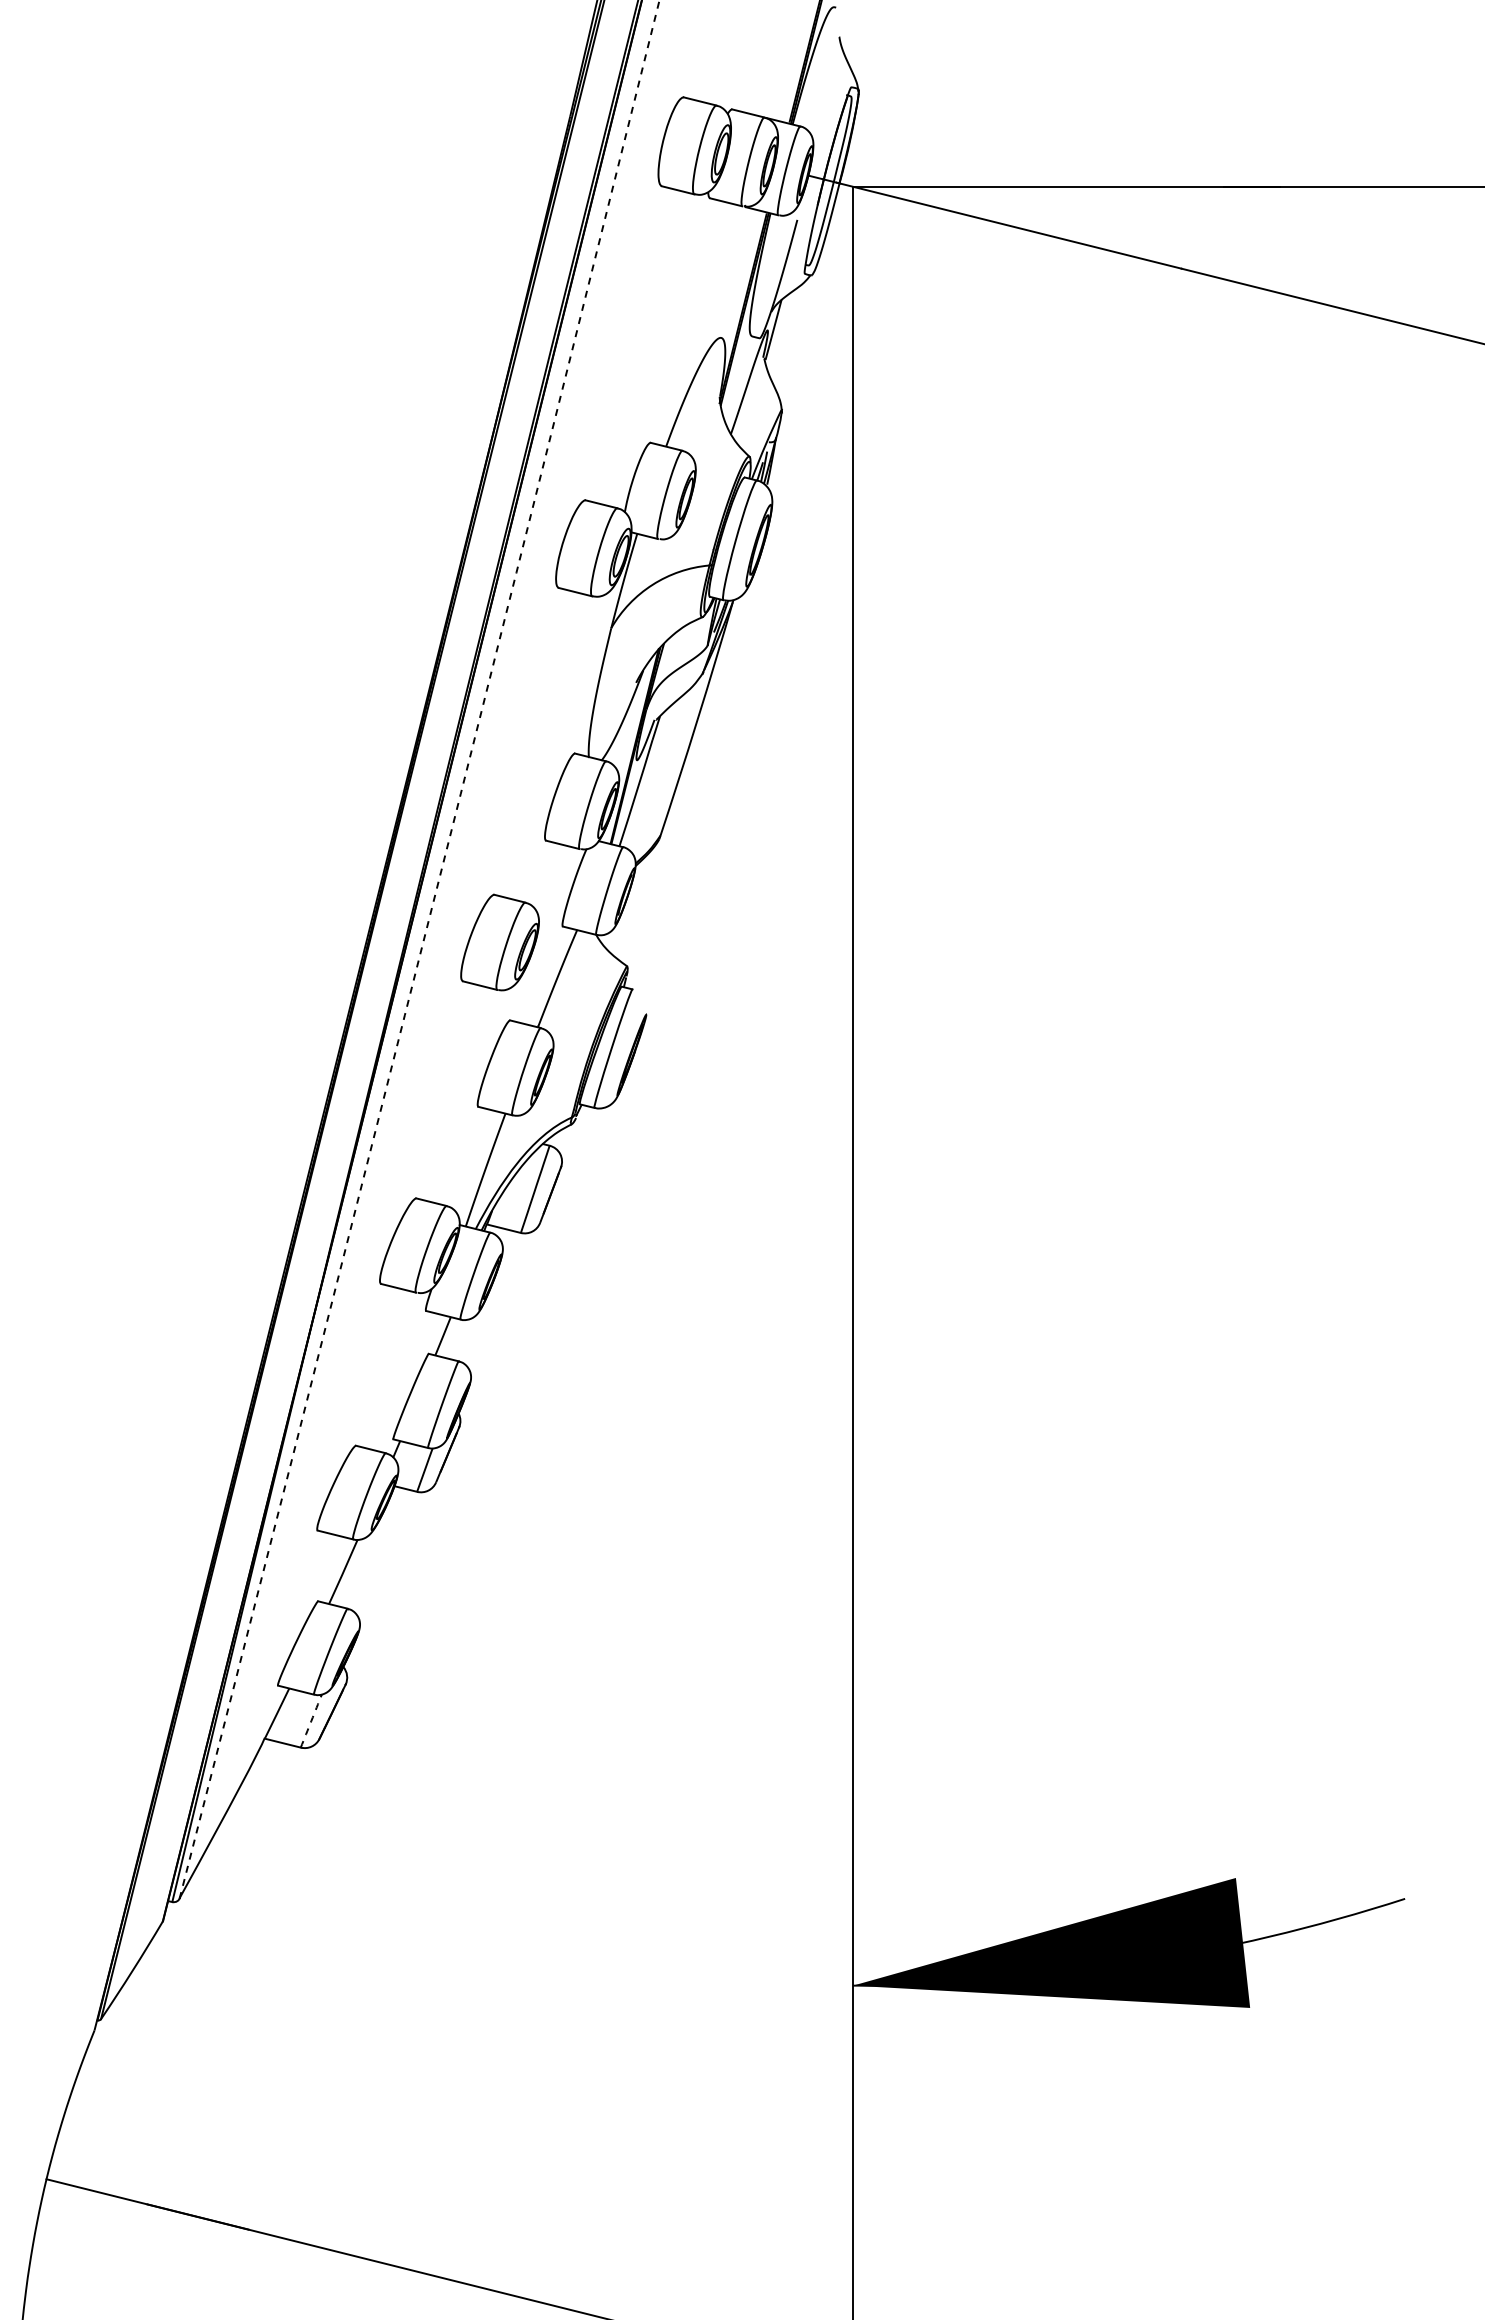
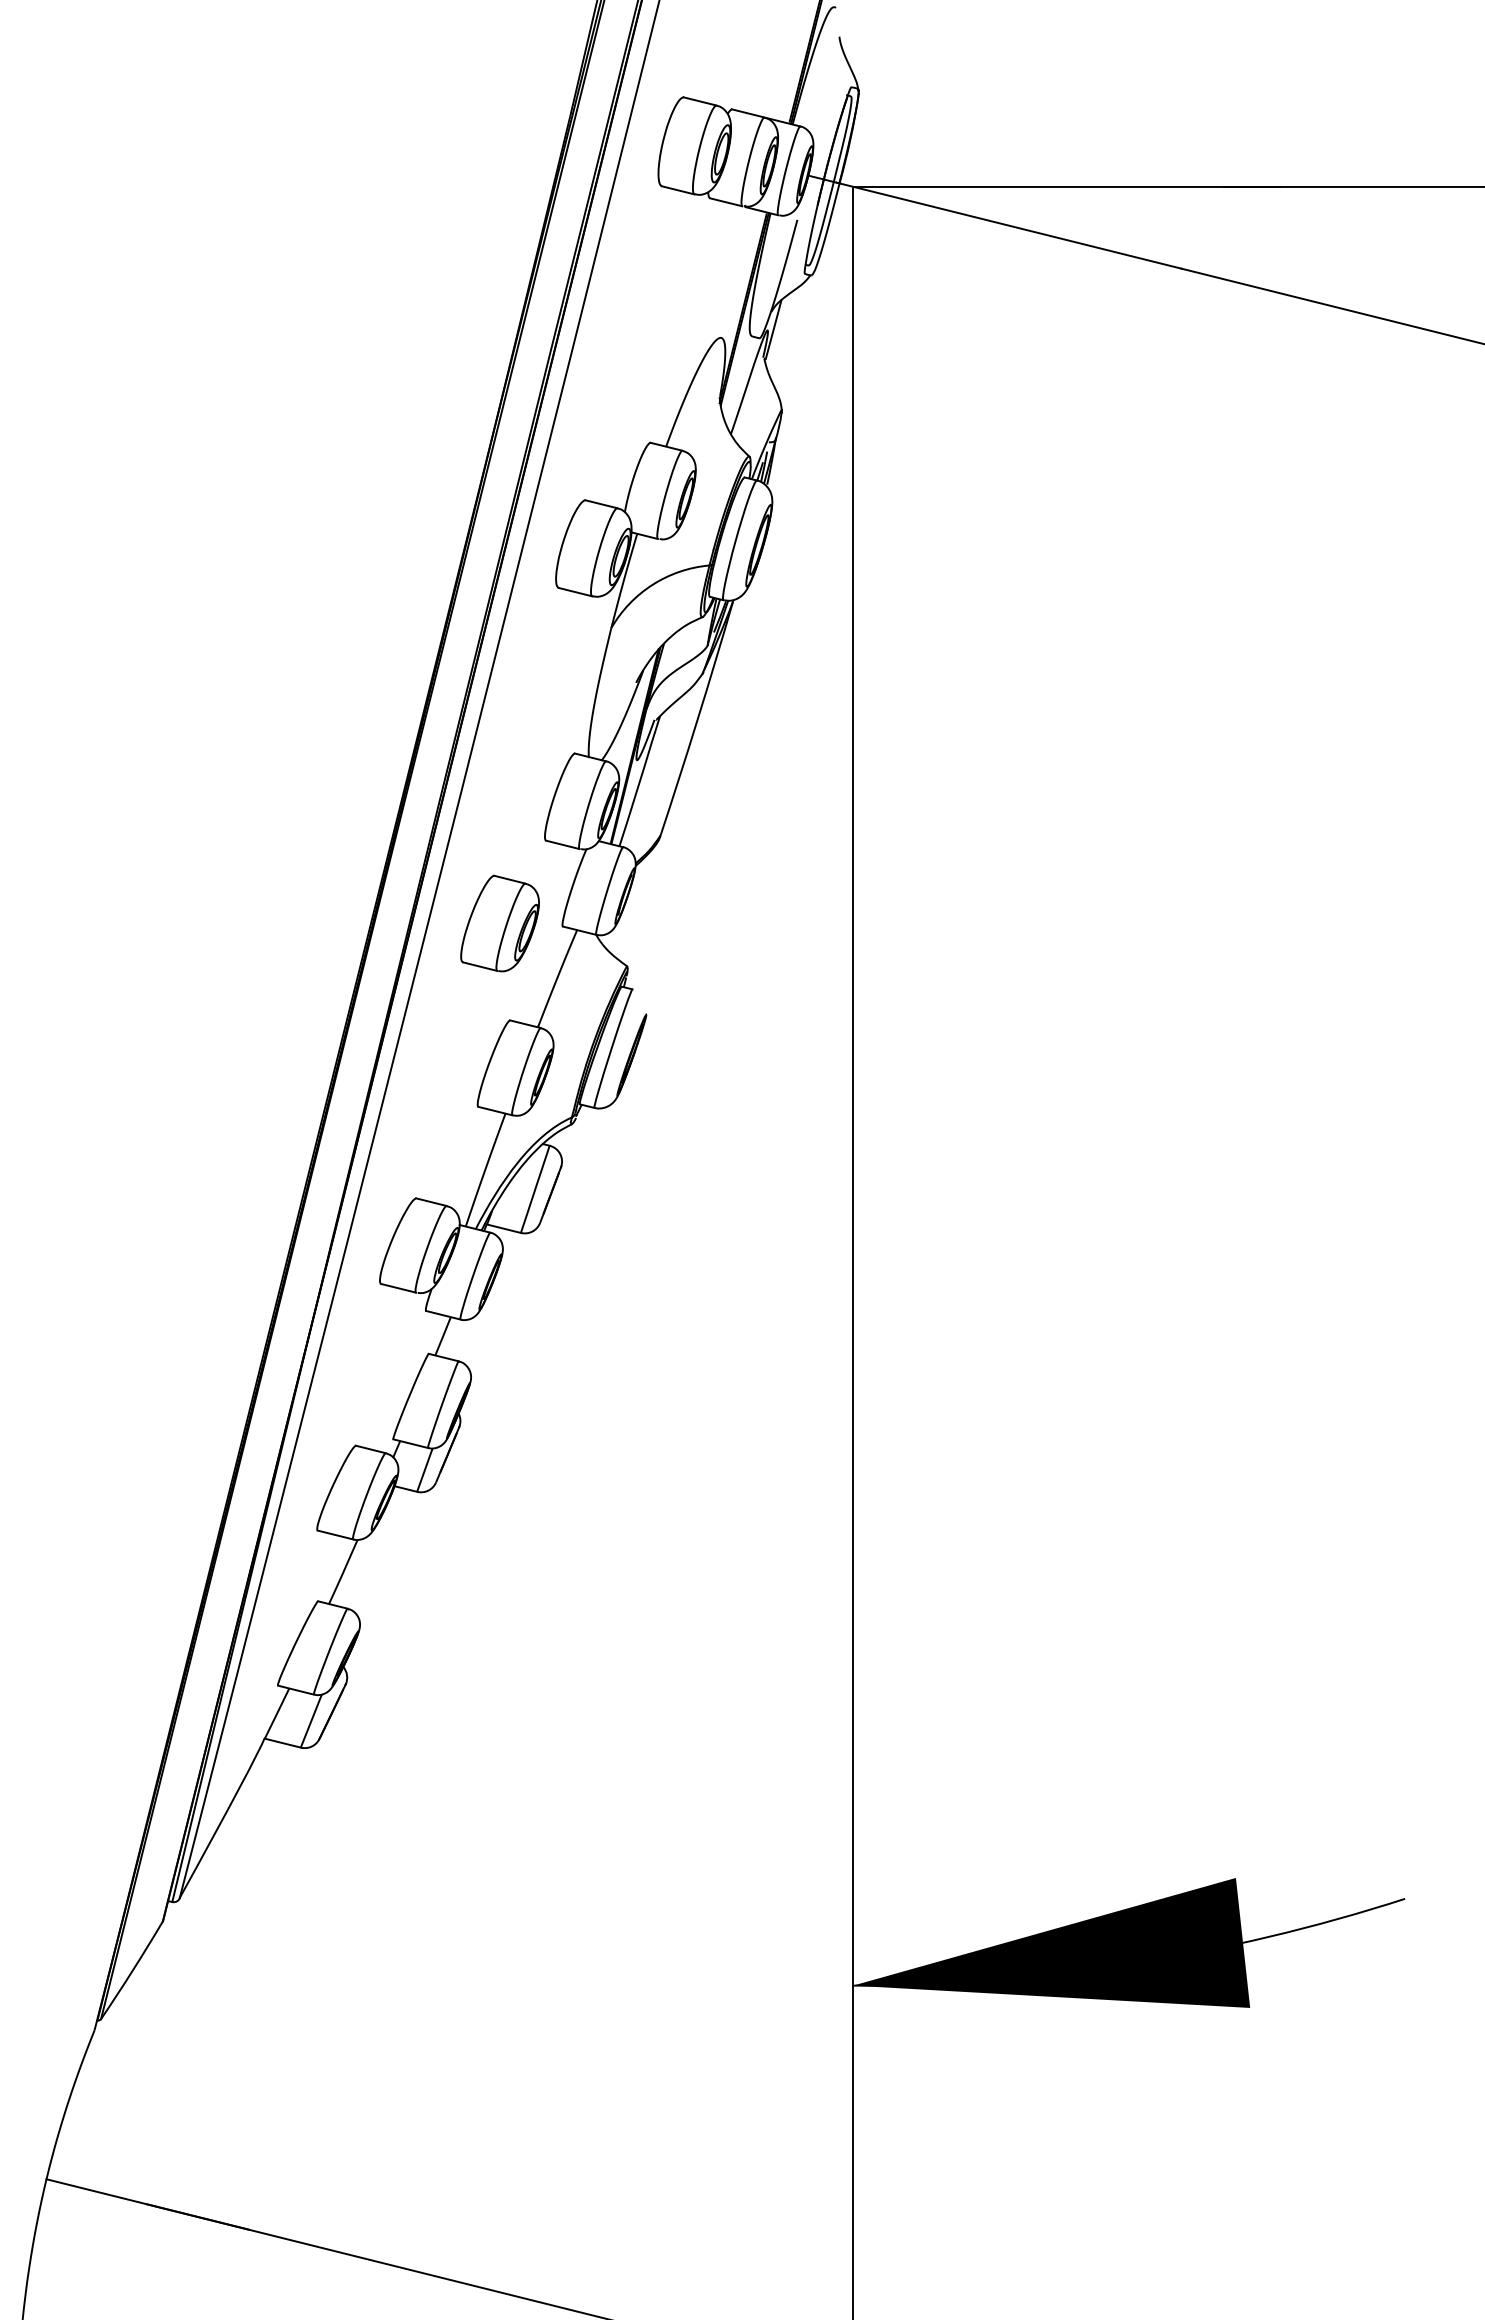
part at (499, 942) position: (499, 942) -> (499, 923)
arc at (421, 950): dashed -> solid
arc at (311, 1721): dashed -> solid
